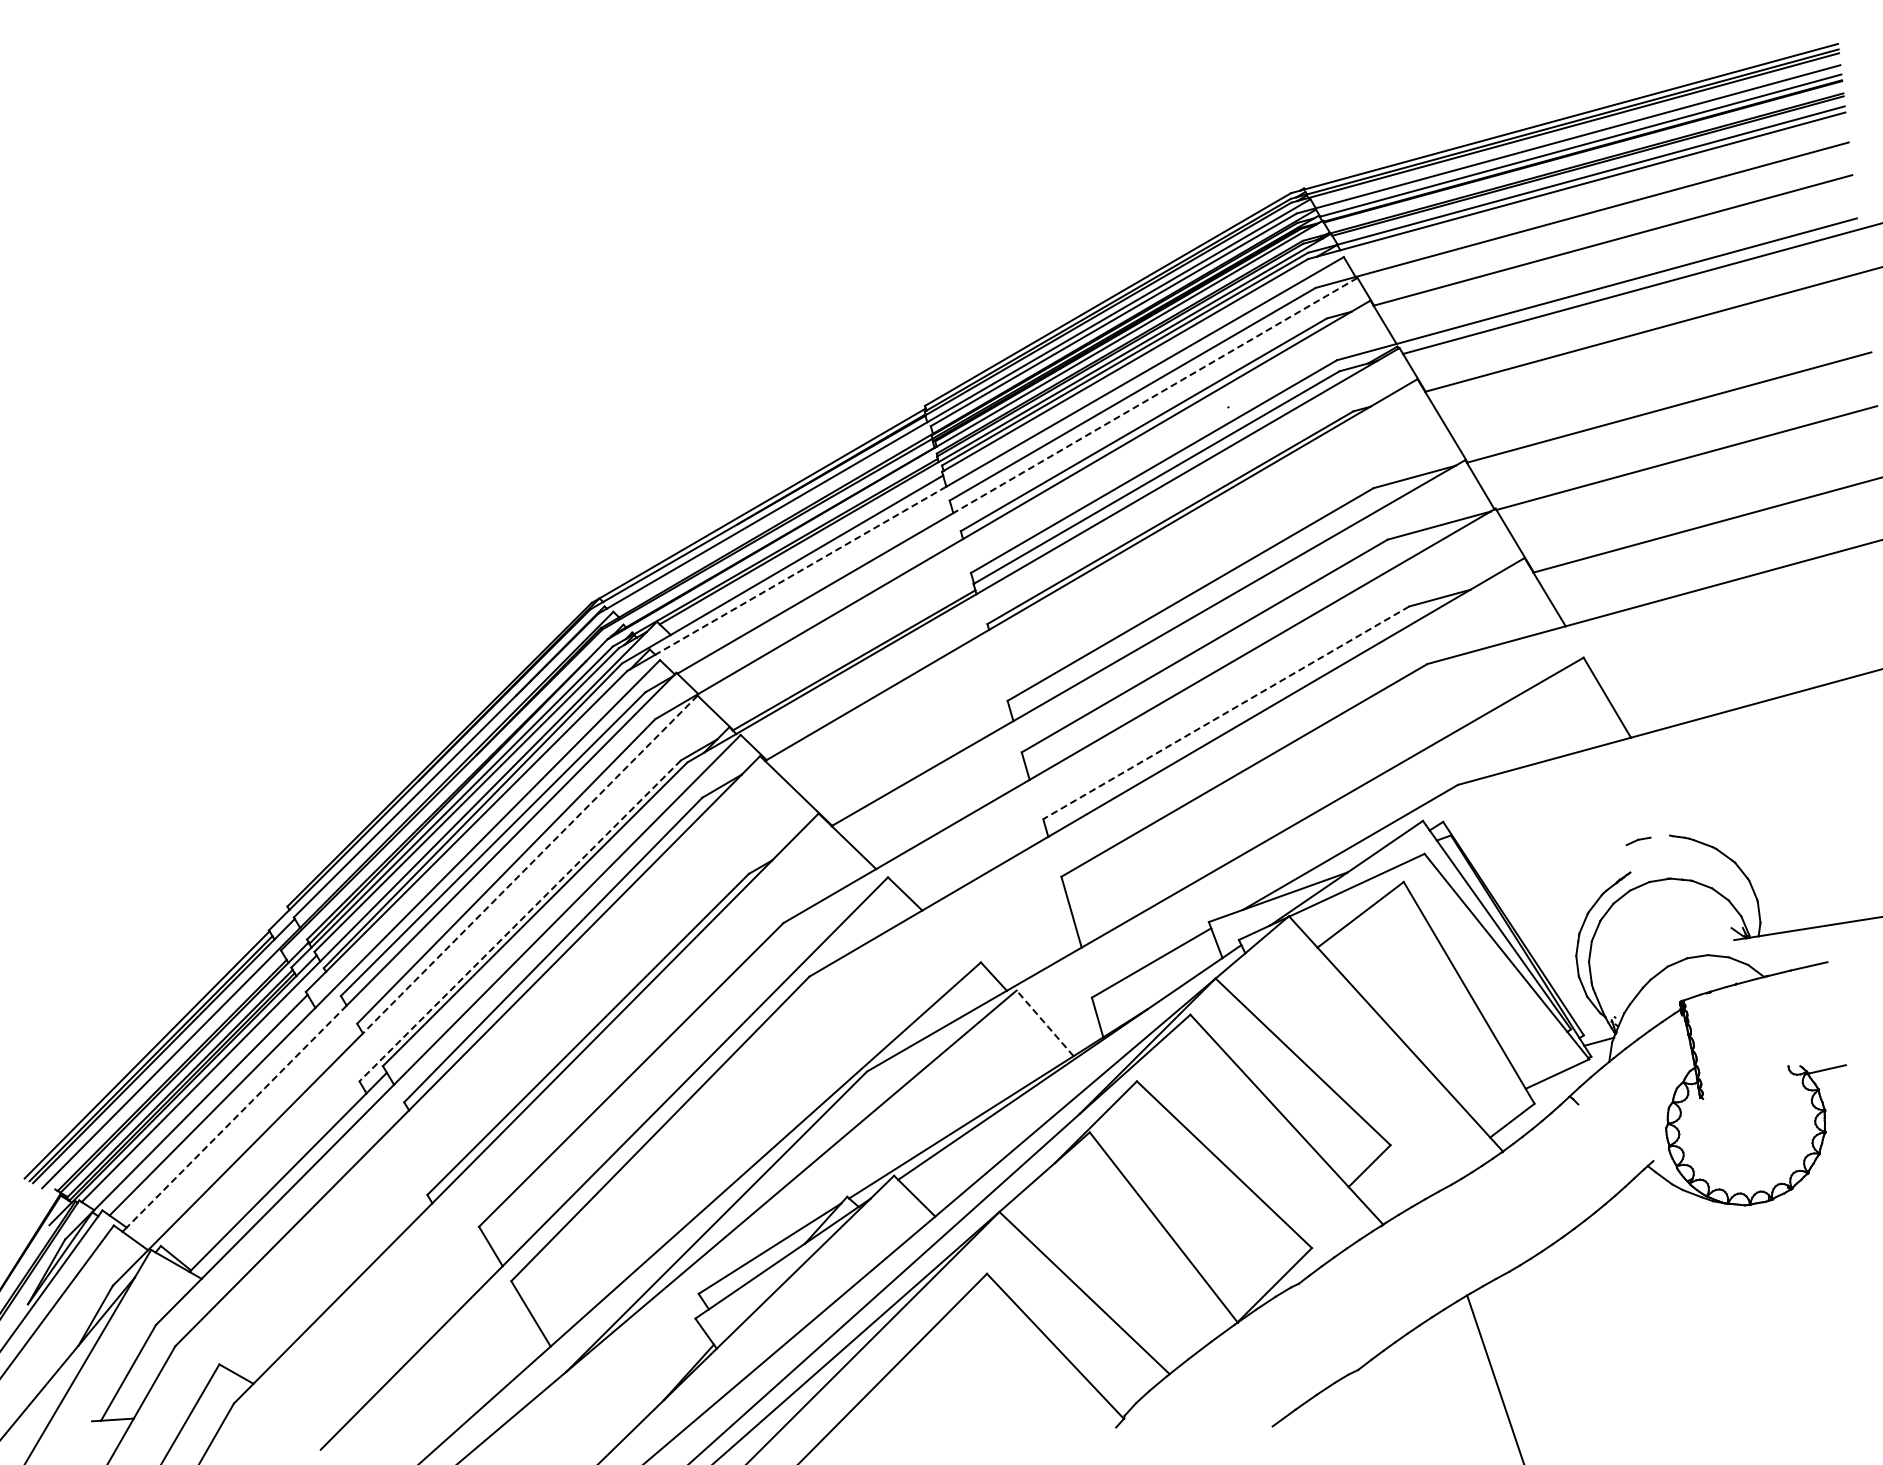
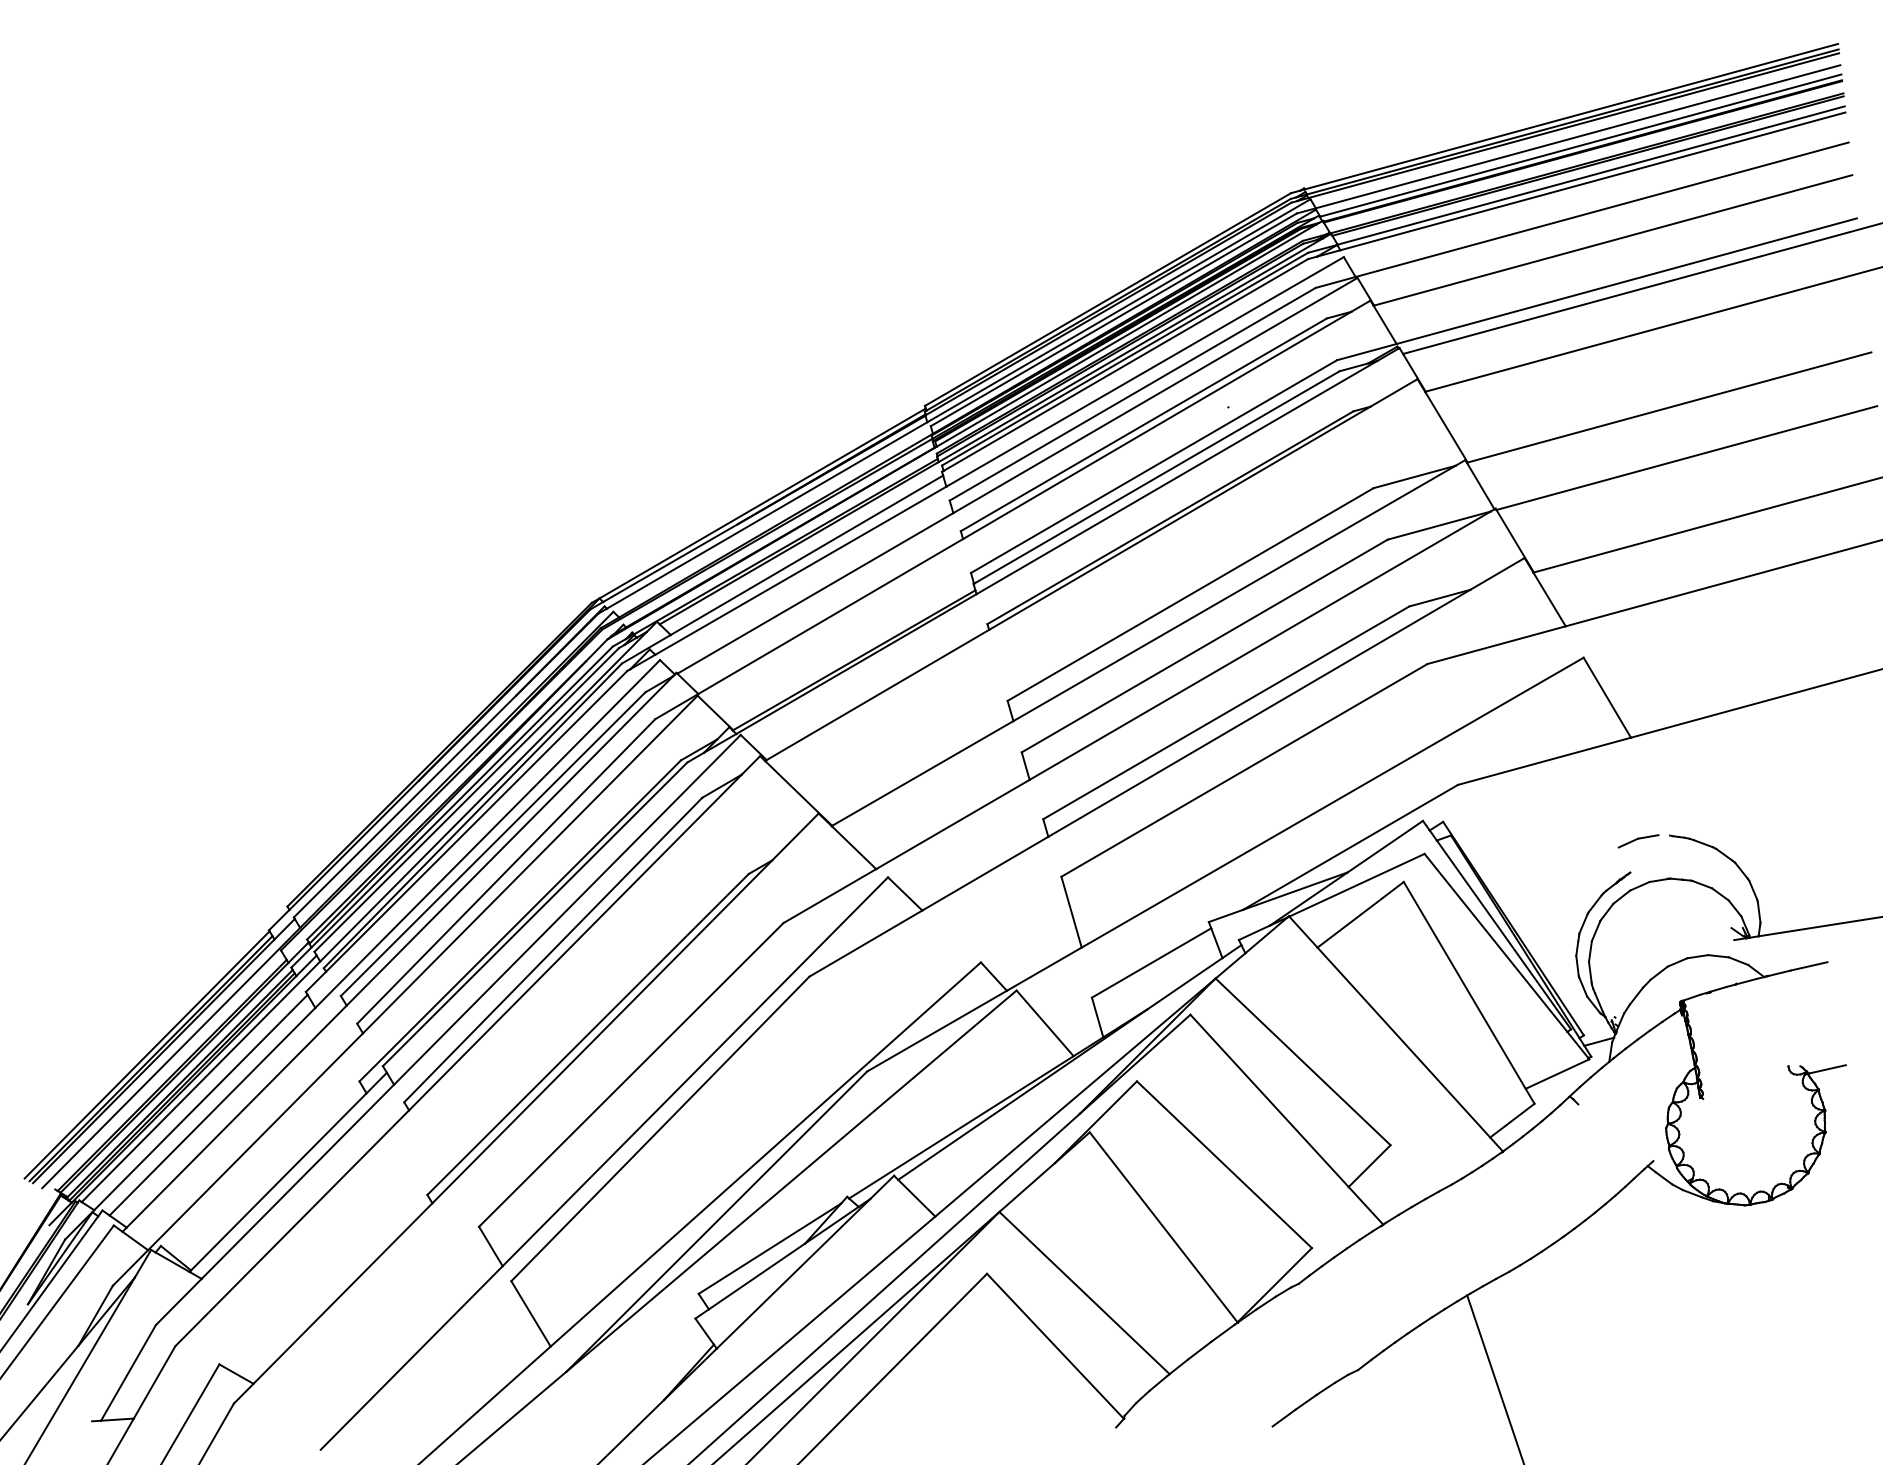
line at (1155, 395): dashed -> solid
line at (800, 571): dashed -> solid
line at (1226, 712): dashed -> solid
part at (1638, 841) size: 27x11 px -> 43x15 px
line at (530, 864): dashed -> solid
line at (519, 921): dashed -> solid
line at (1044, 1022): dashed -> solid
line at (236, 1116): dashed -> solid
